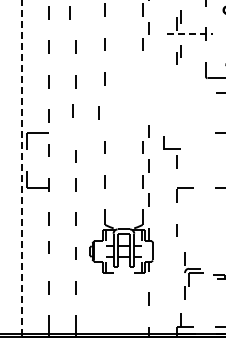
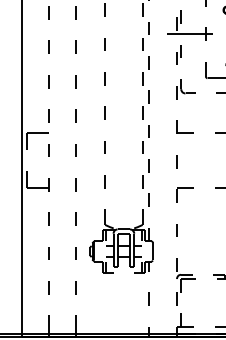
line at (69, 12) position: (69, 12) -> (75, 12)
line at (190, 34): dashed -> solid
part at (145, 87): none -> present
part at (185, 89): none -> present
line at (72, 110) position: (72, 110) -> (75, 115)
line at (98, 112) position: (98, 112) -> (104, 112)
part at (171, 142) position: (171, 142) -> (184, 126)
line at (75, 156) position: (75, 156) -> (75, 150)
line at (22, 169): dashed -> solid
line at (48, 247) position: (48, 247) -> (48, 253)
part at (193, 275) position: (193, 275) -> (185, 281)
